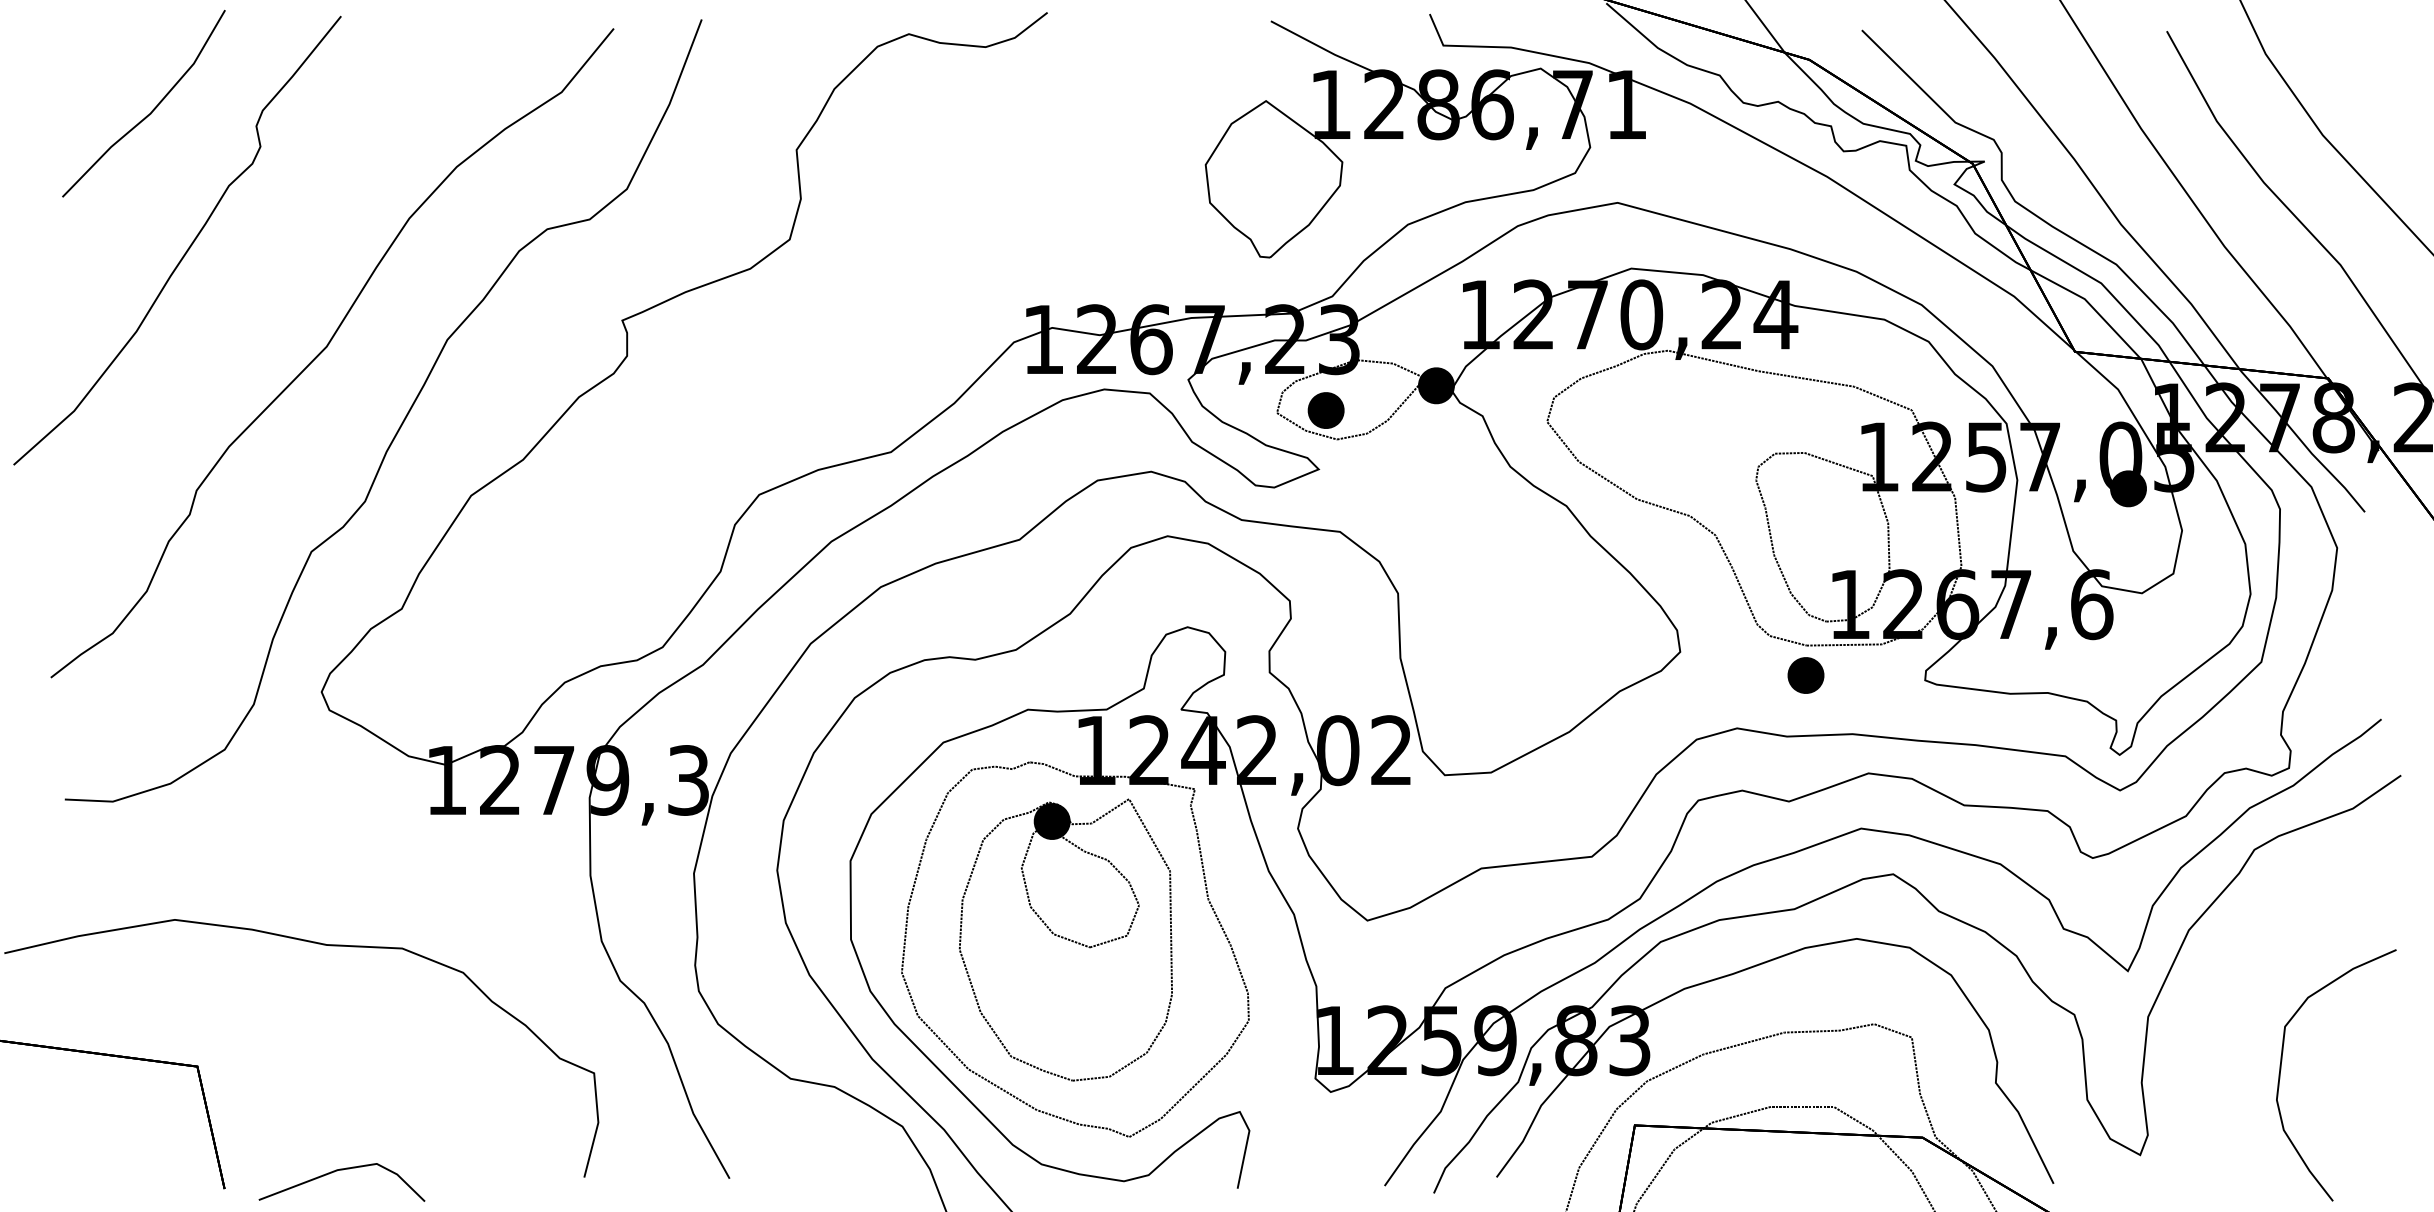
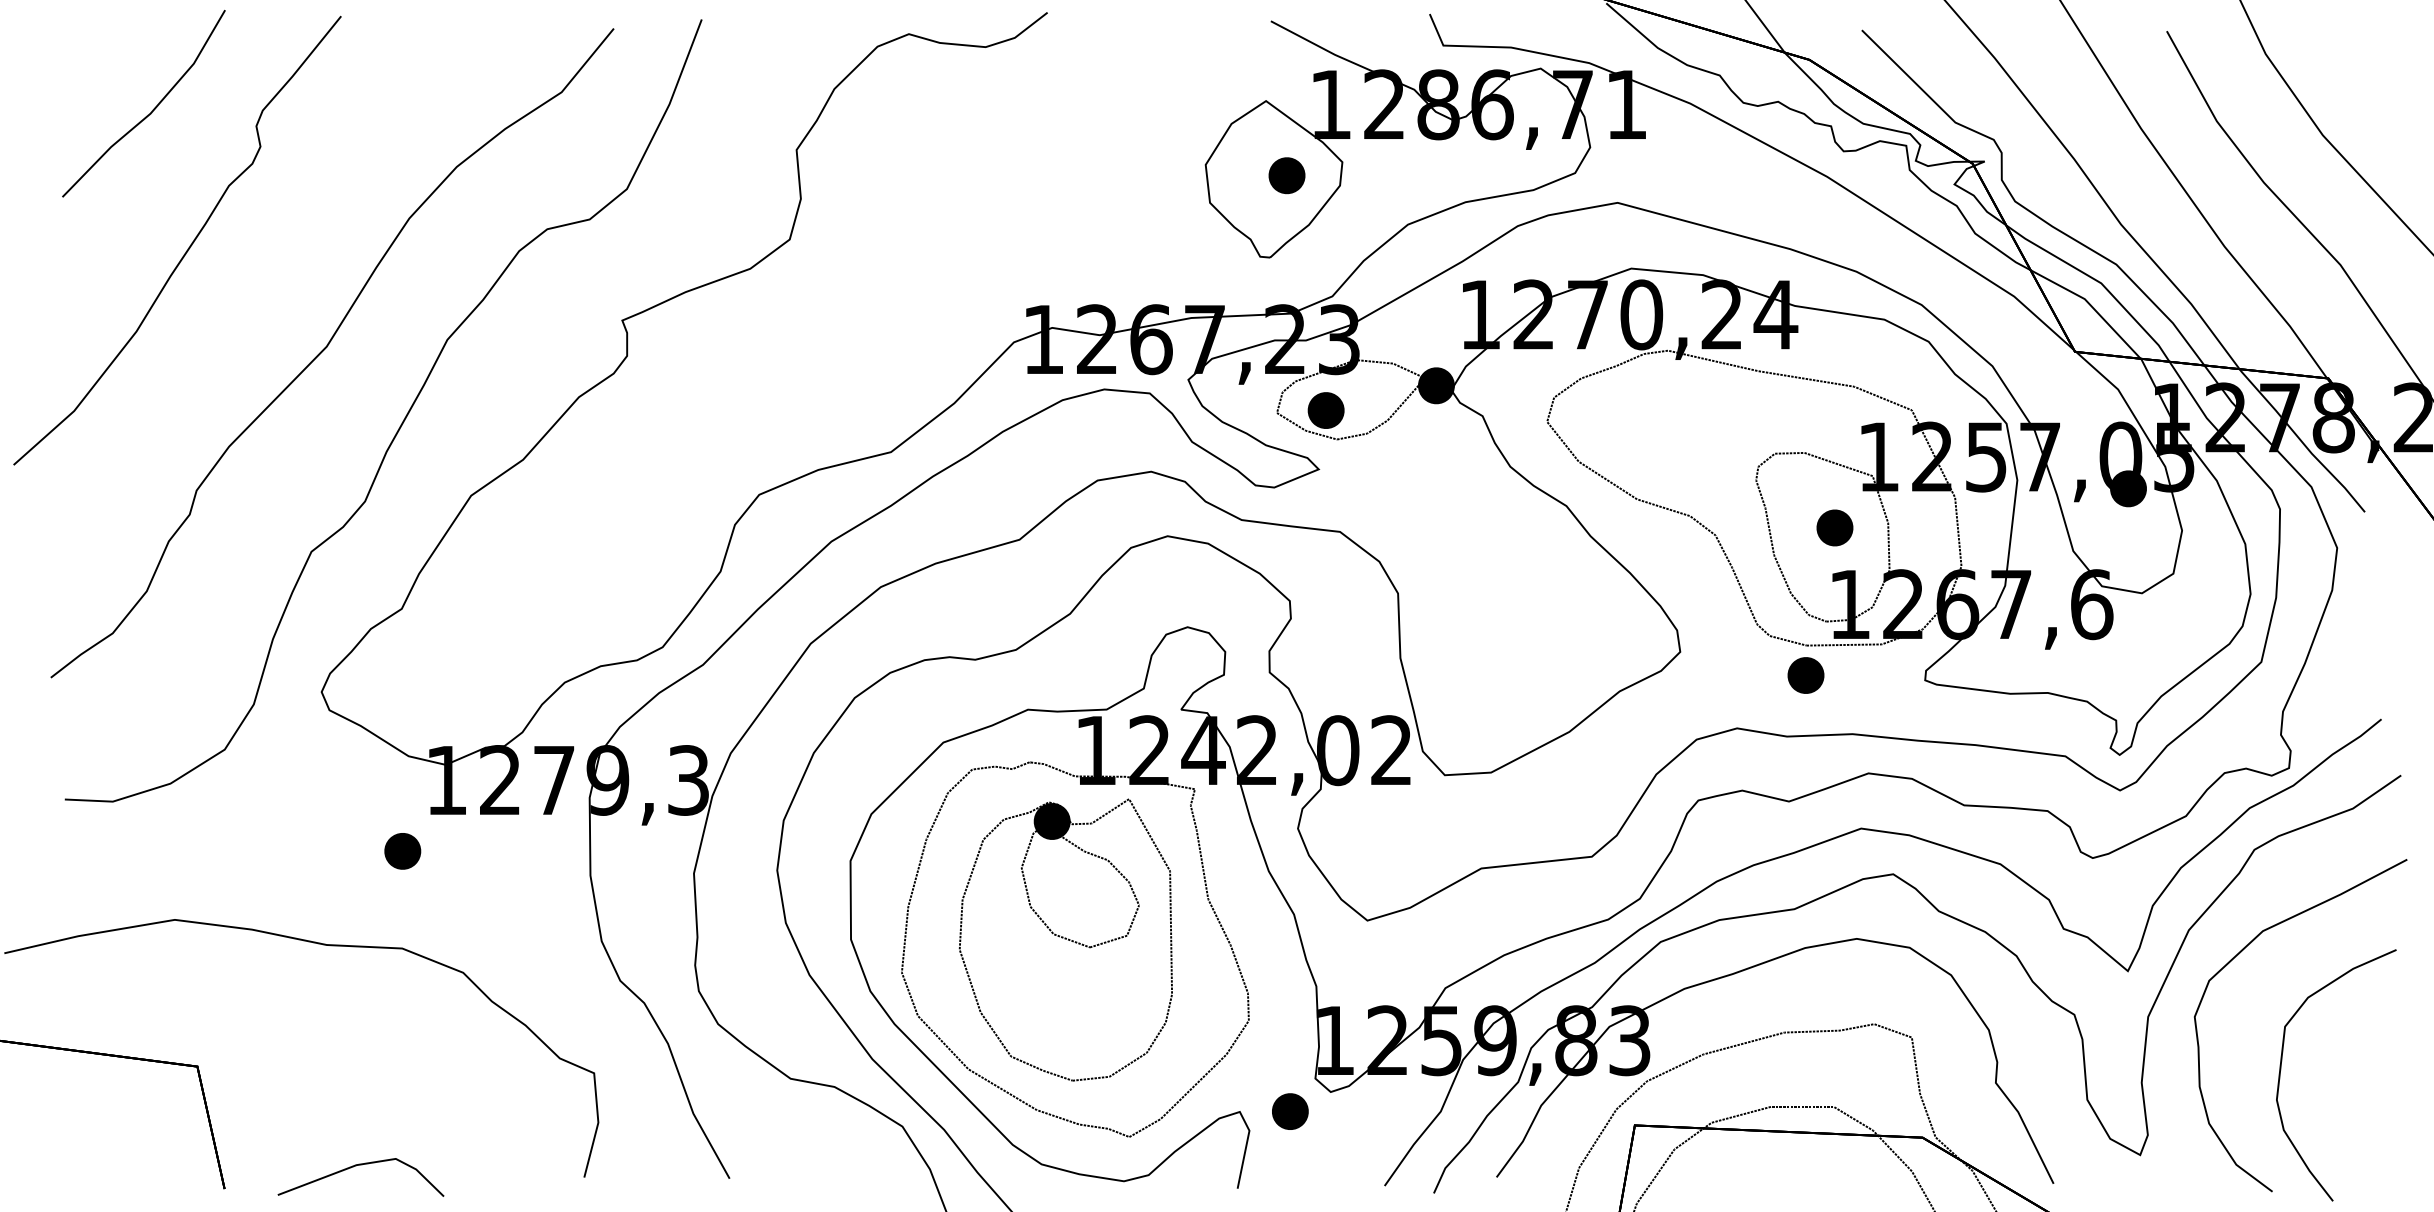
part at (1286, 175): none -> present
part at (1834, 527): none -> present
part at (402, 851): none -> present
curve at (2238, 955): none -> present
part at (1290, 1111): none -> present
line at (337, 1171) position: (337, 1171) -> (356, 1166)
